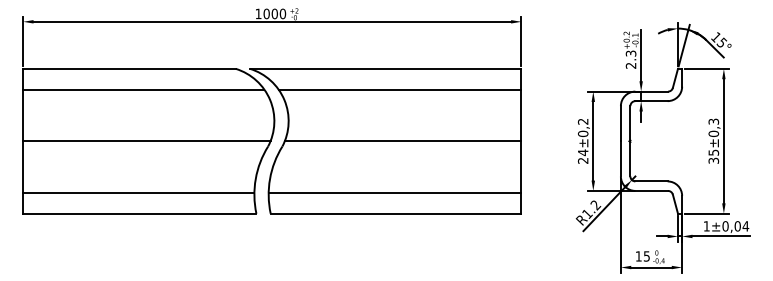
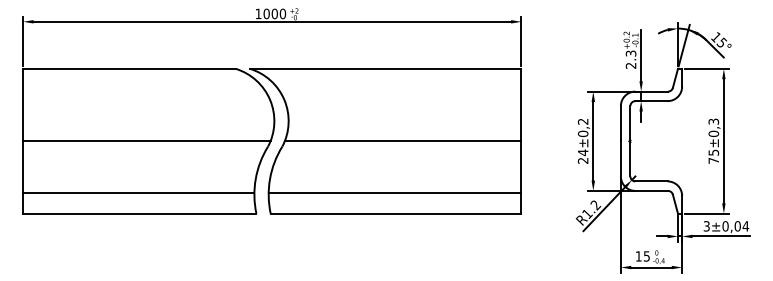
line at (143, 89): present -> none
line at (399, 89): present -> none
text at (713, 160): 35±0,3 -> 75±0,3
text at (706, 226): 1±0,04 -> 3±0,04
